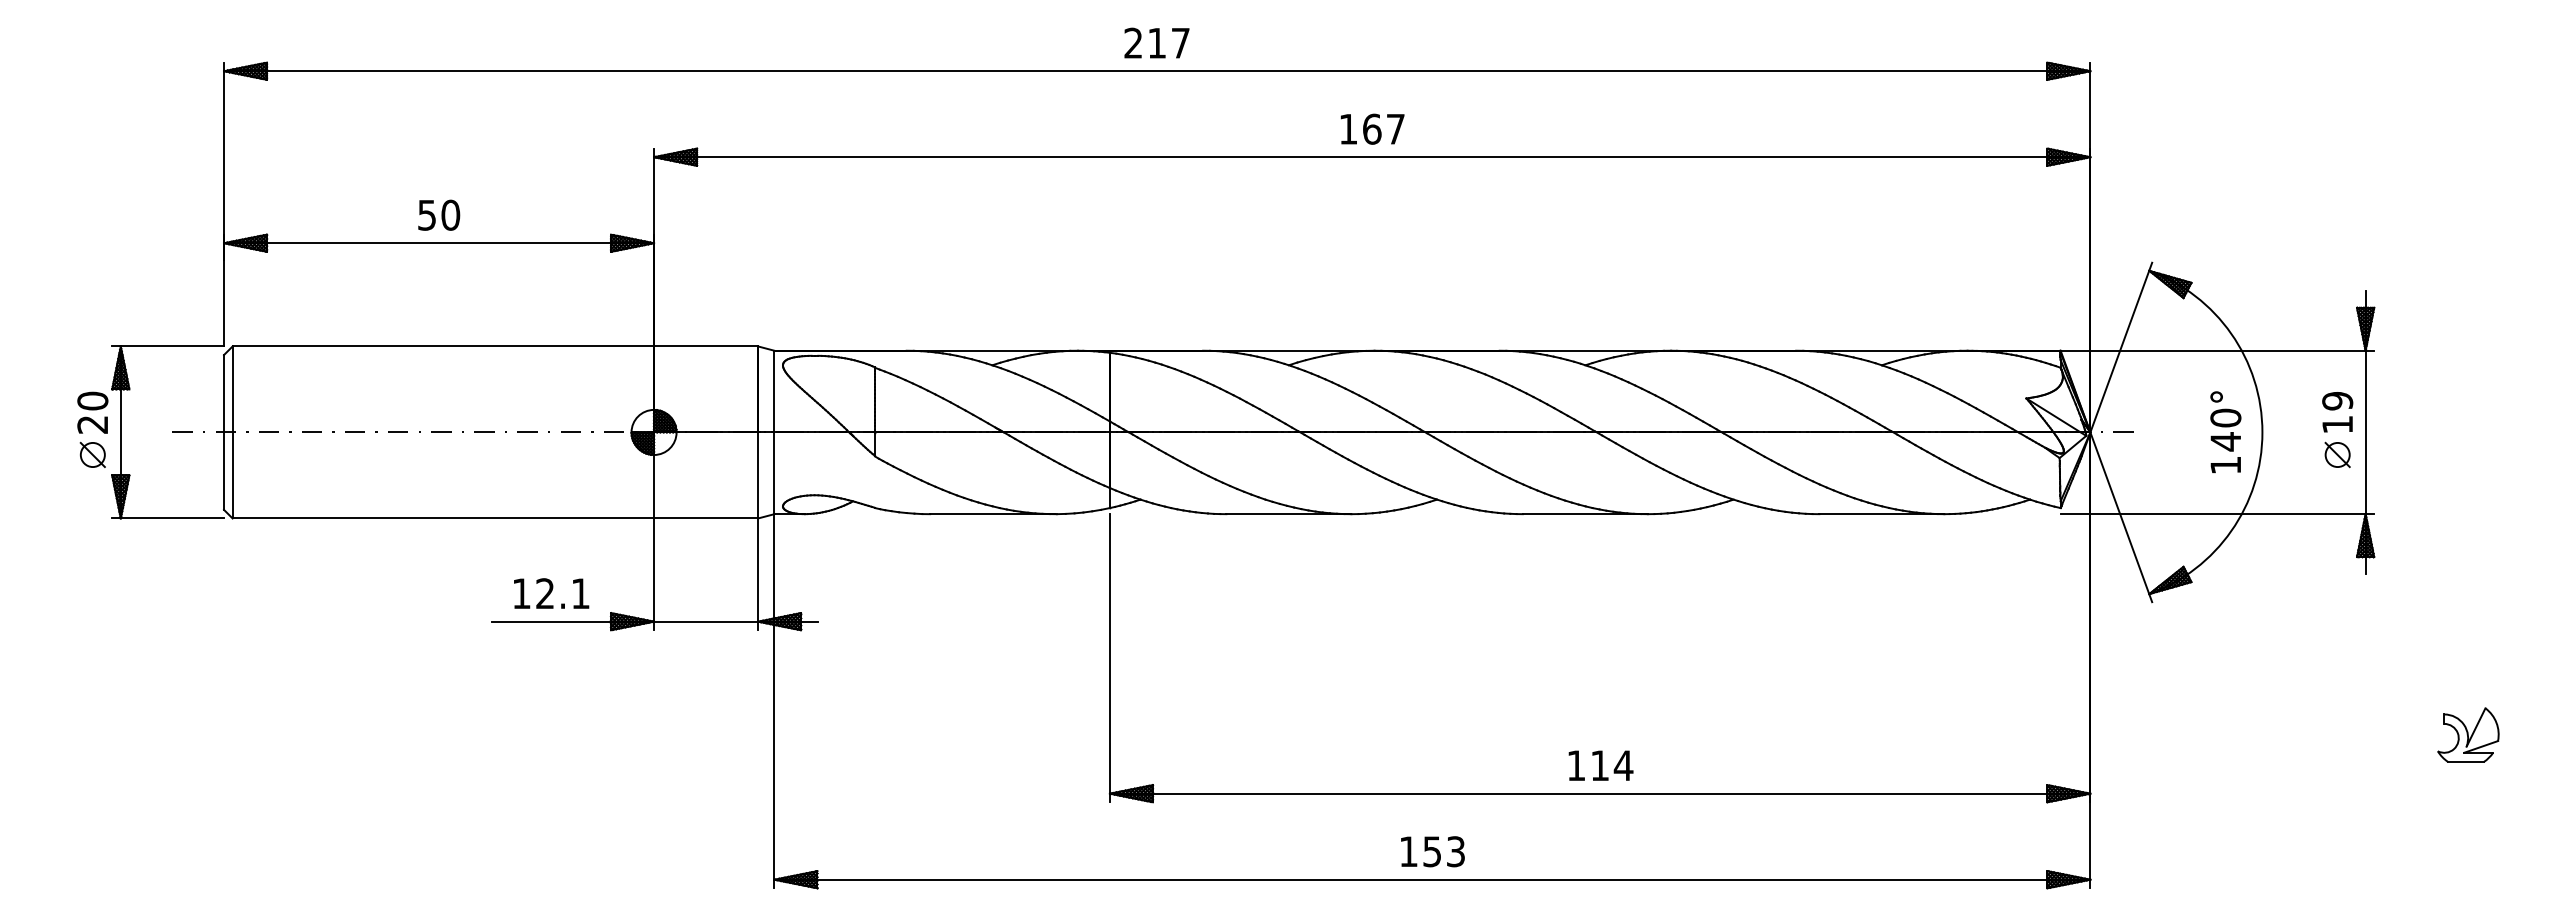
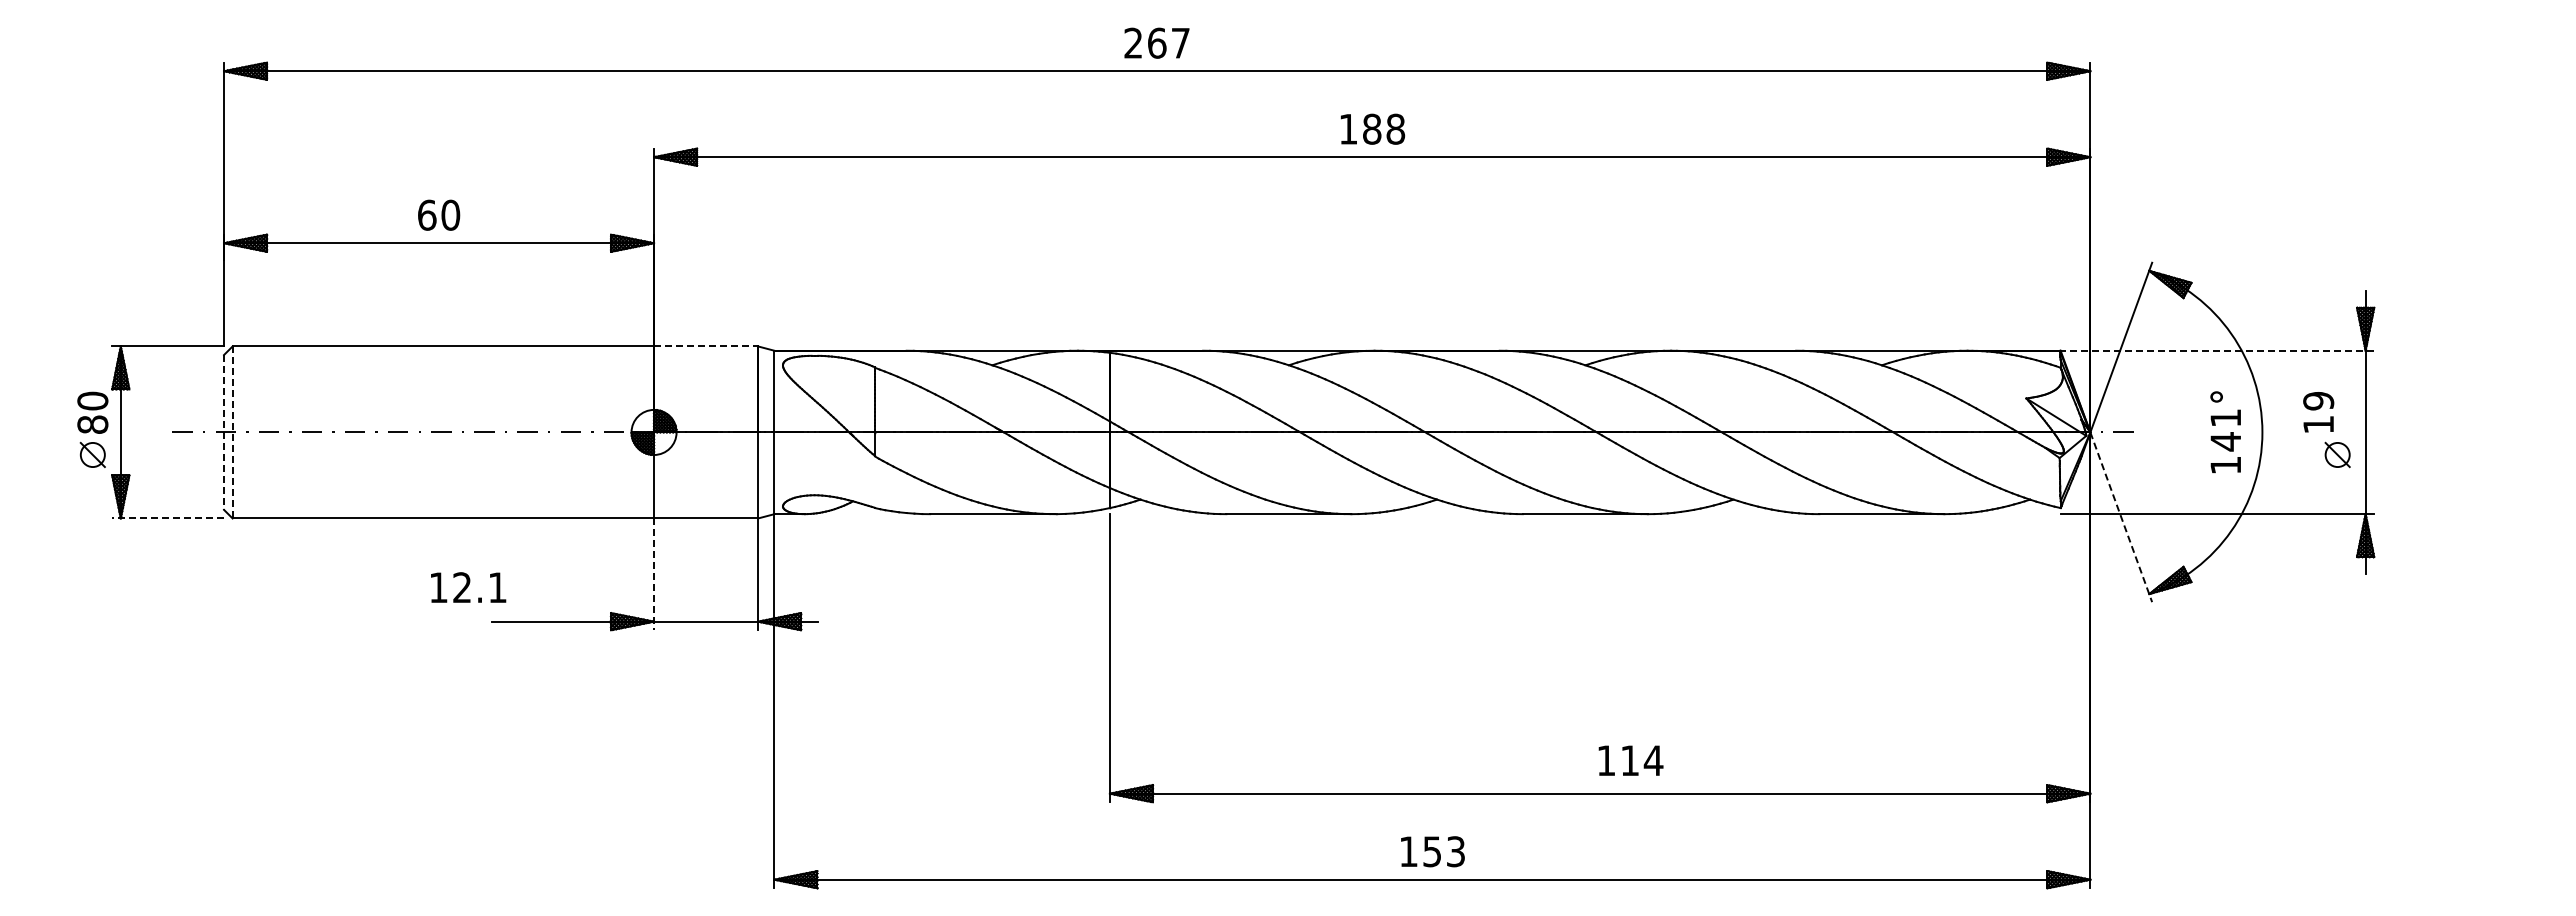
text at (1157, 42): 217 -> 267
text at (1384, 128): 167 -> 188
text at (427, 214): 50 -> 60
line at (706, 346): solid -> dashed
line at (2217, 350): solid -> dashed
text at (2337, 412) position: (2337, 412) -> (2318, 412)
text at (2225, 417): 140° -> 141°
text at (92, 424): 20 -> 80
line at (224, 432): solid -> dashed
line at (232, 432): solid -> dashed
line at (2121, 517): solid -> dashed
line at (168, 518): solid -> dashed
line at (654, 574): solid -> dashed
text at (551, 593) position: (551, 593) -> (468, 587)
part at (2468, 734): present -> none
text at (1600, 765) position: (1600, 765) -> (1630, 760)
